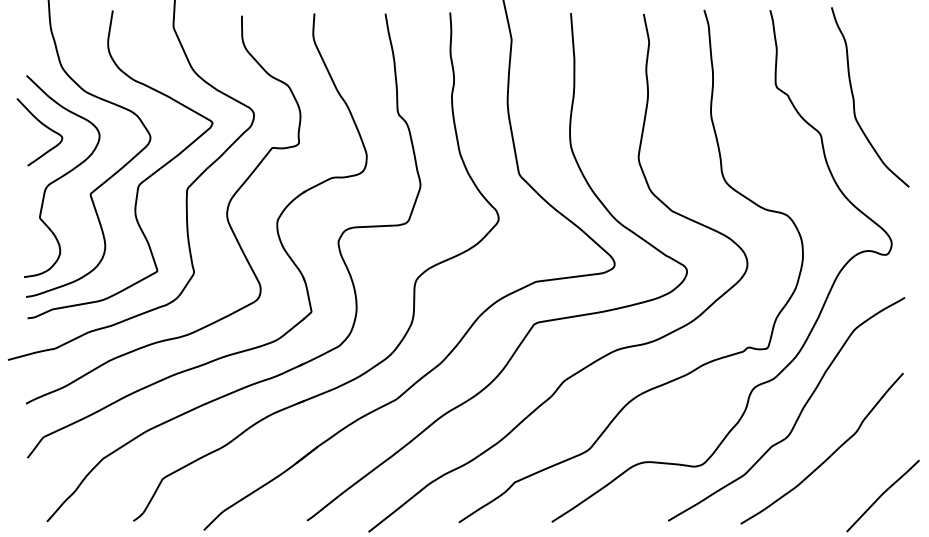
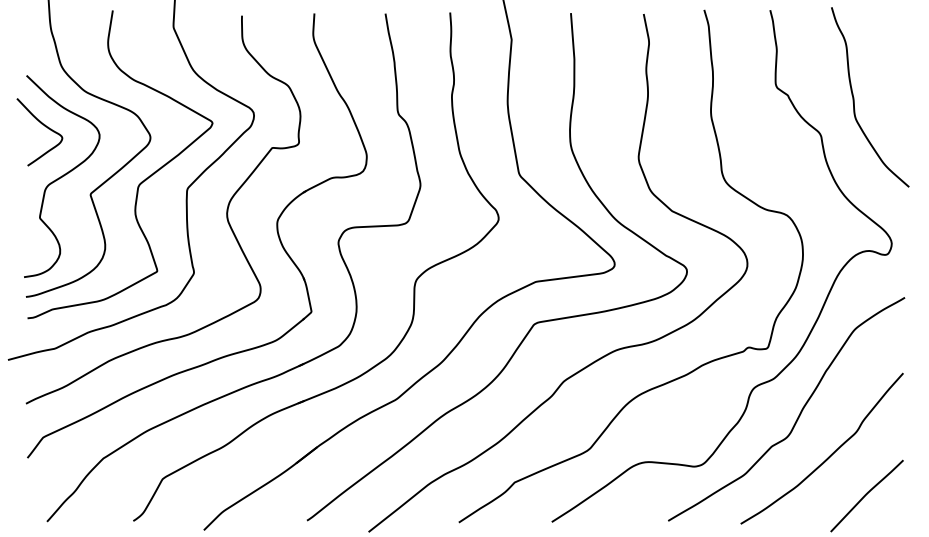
curve at (882, 495) position: (882, 495) -> (866, 495)
